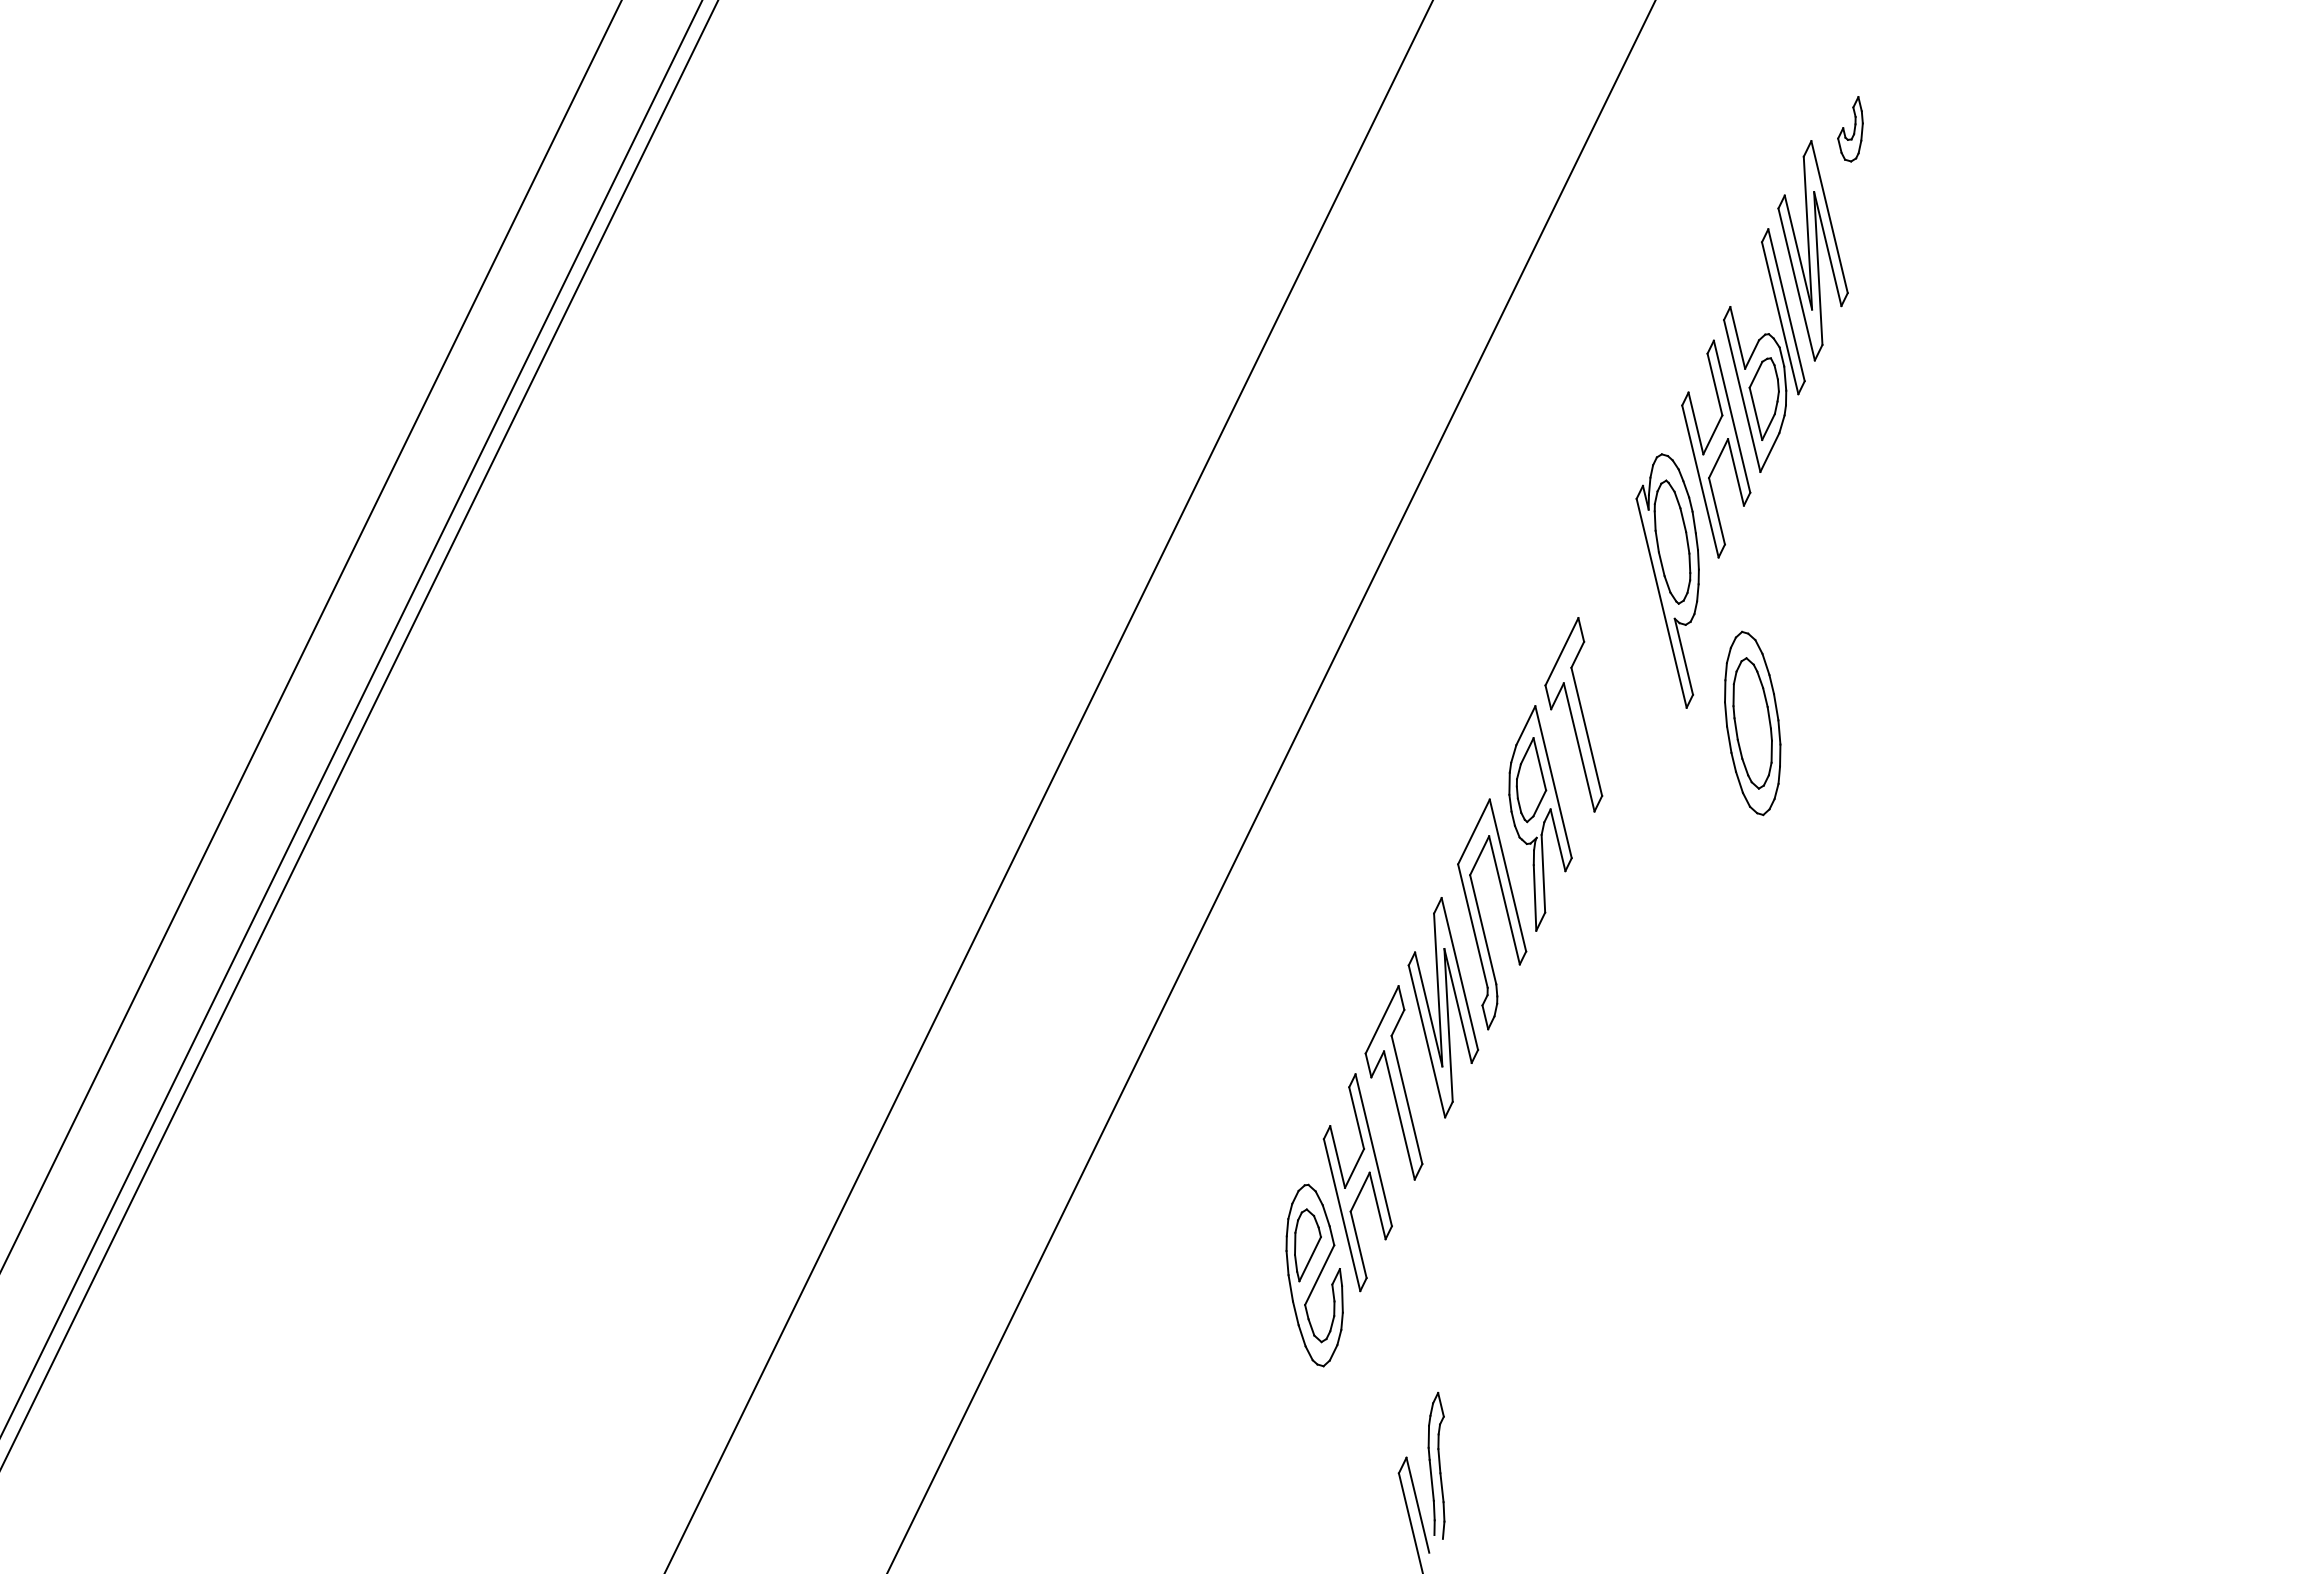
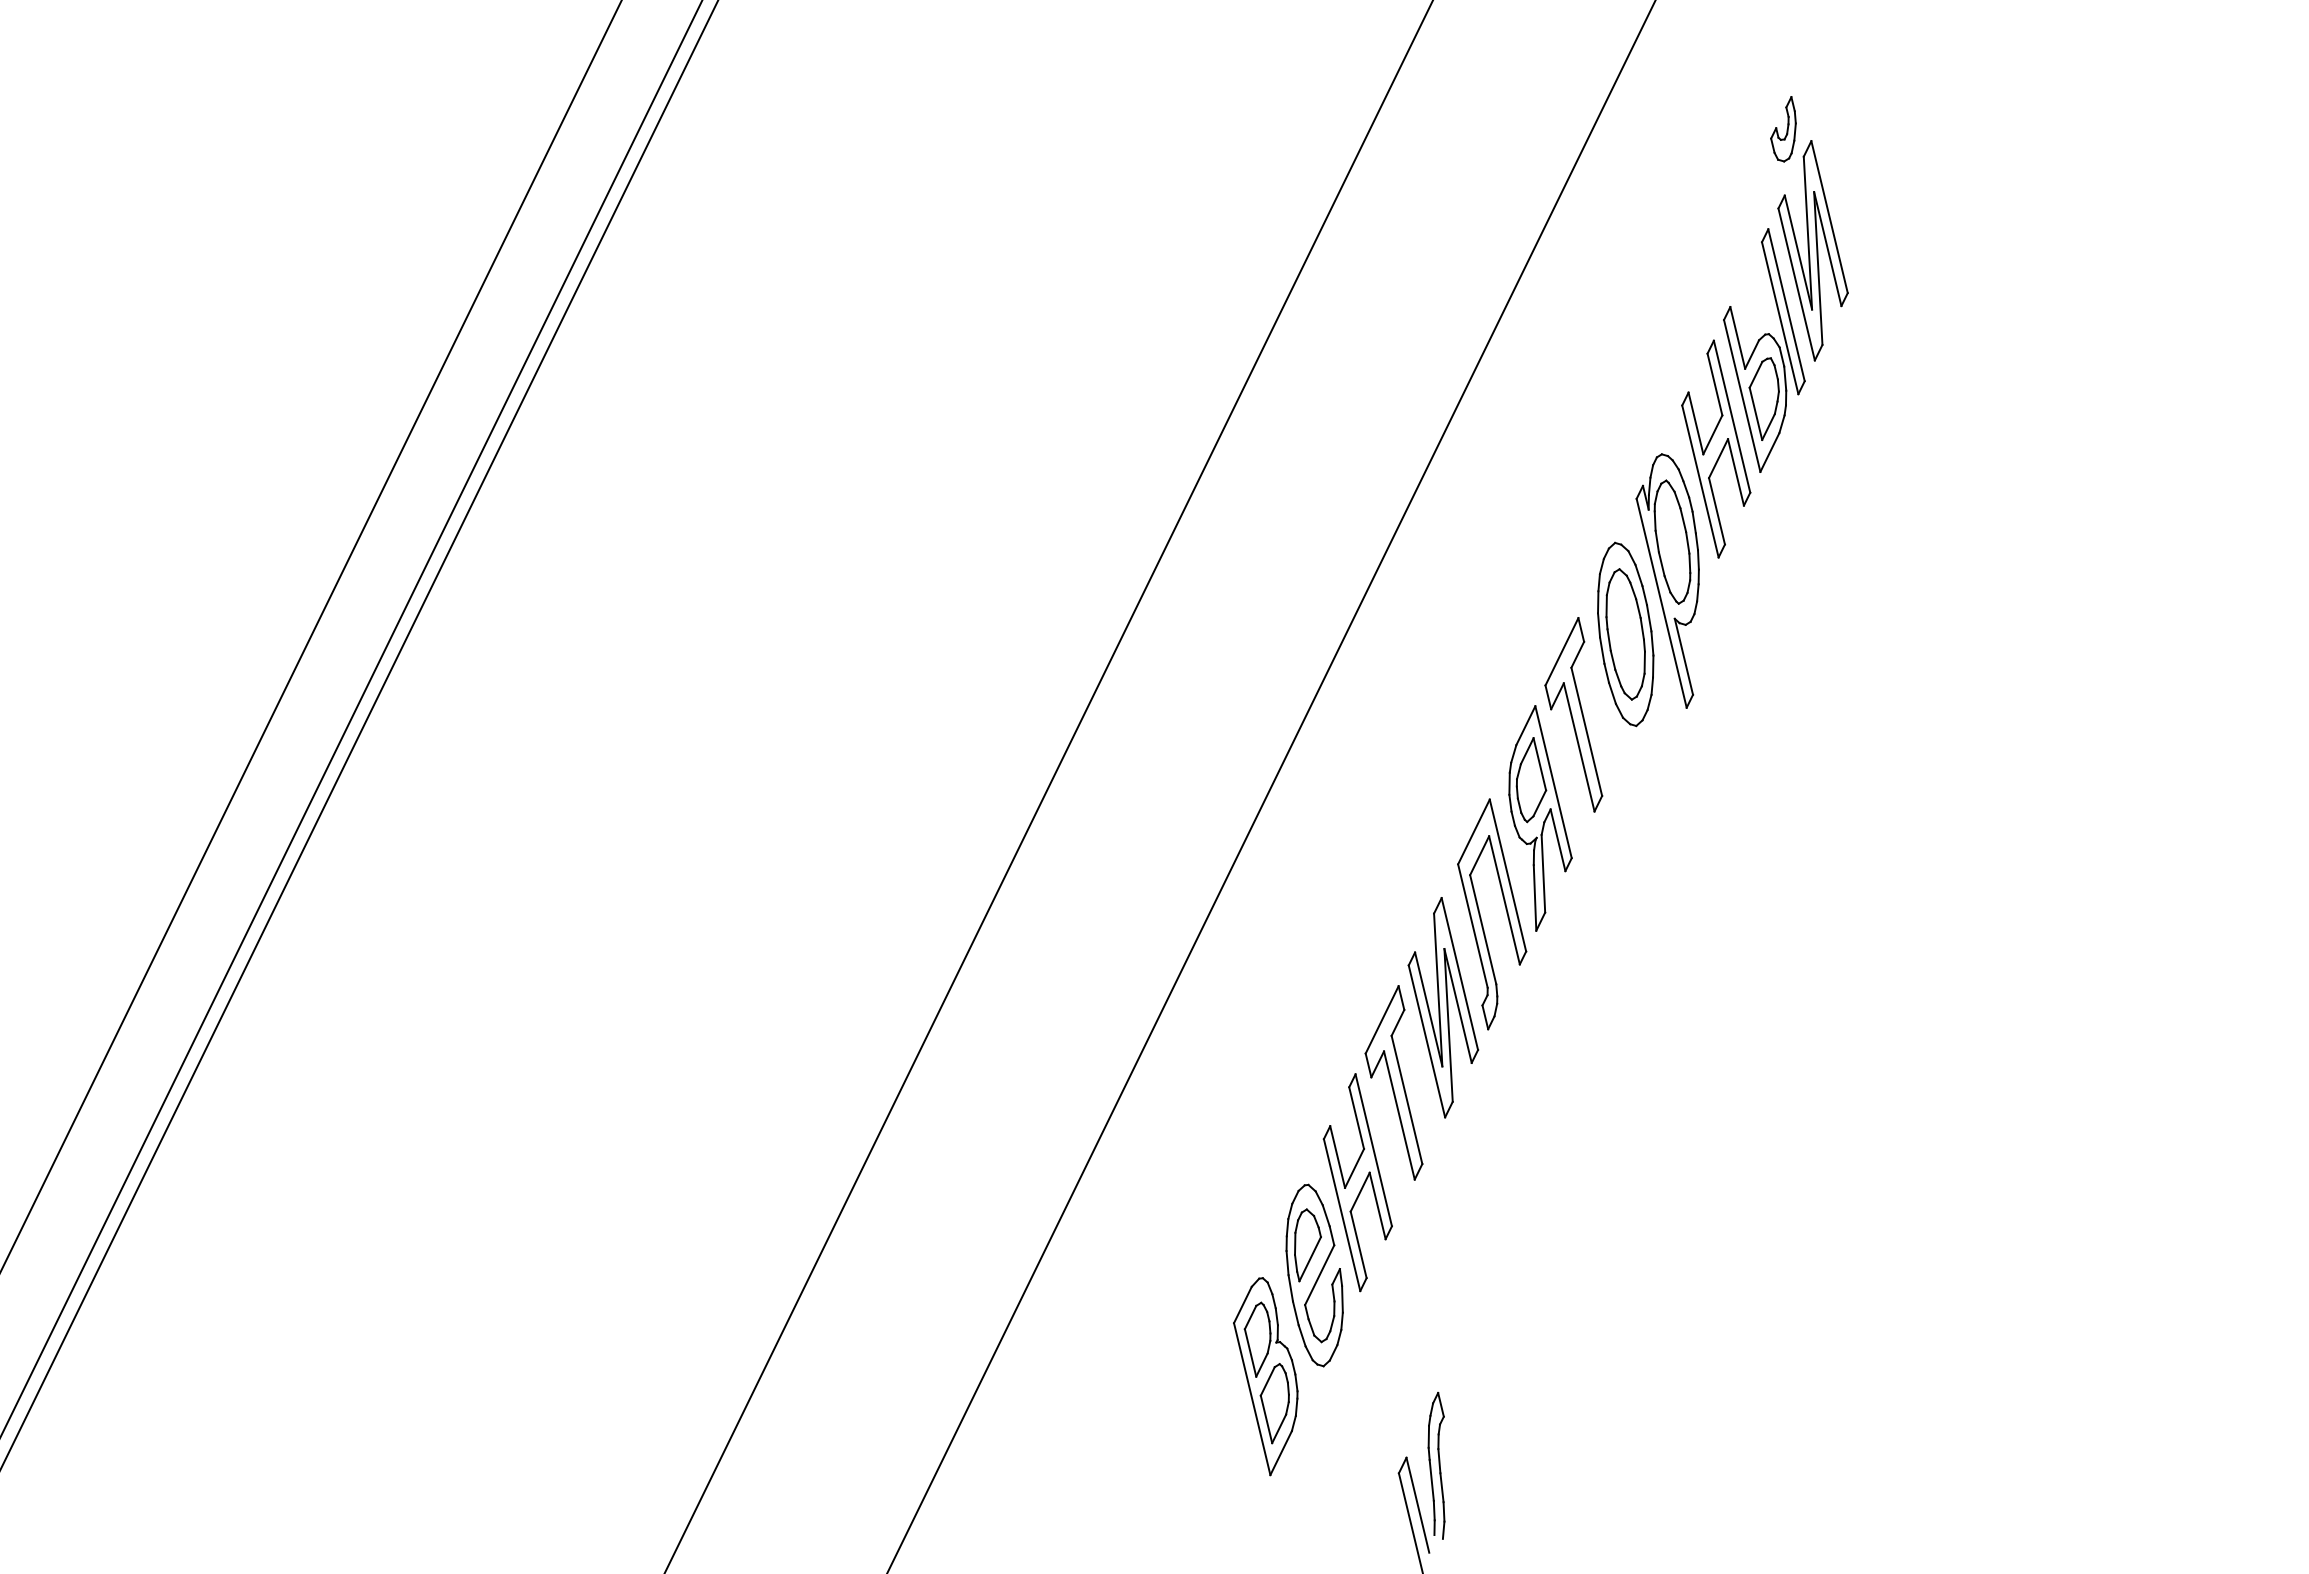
part at (1850, 129) position: (1850, 129) -> (1783, 129)
part at (1752, 723) position: (1752, 723) -> (1625, 634)
part at (1265, 1376): none -> present
